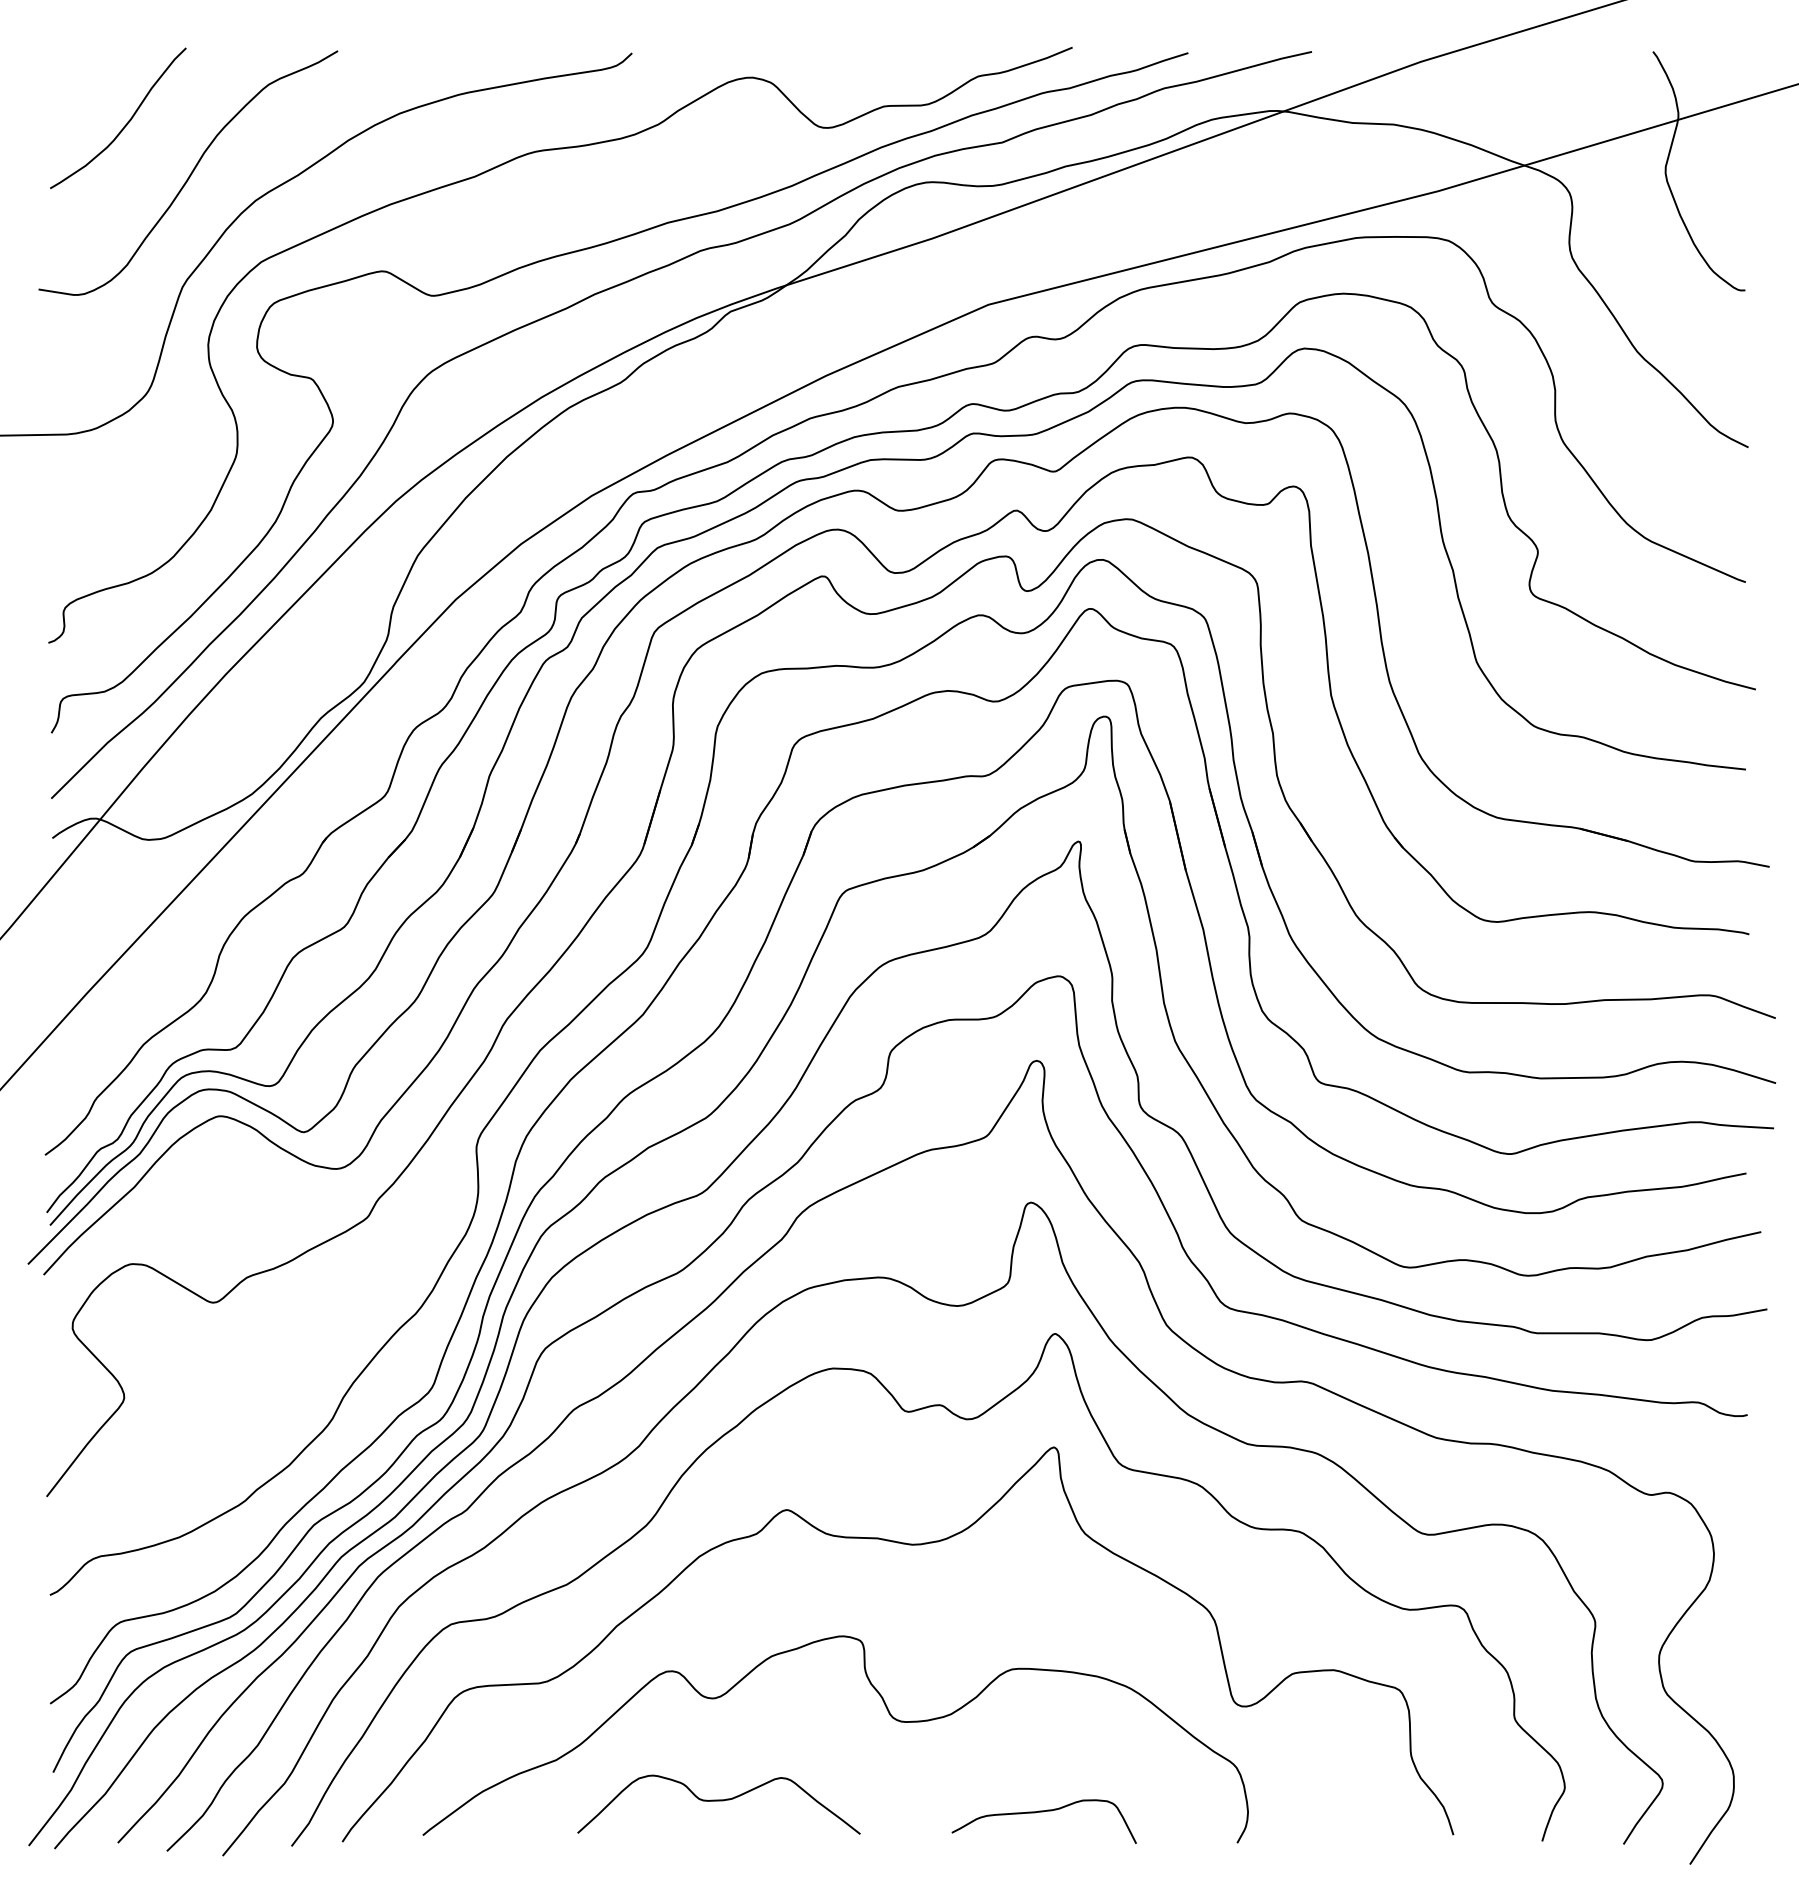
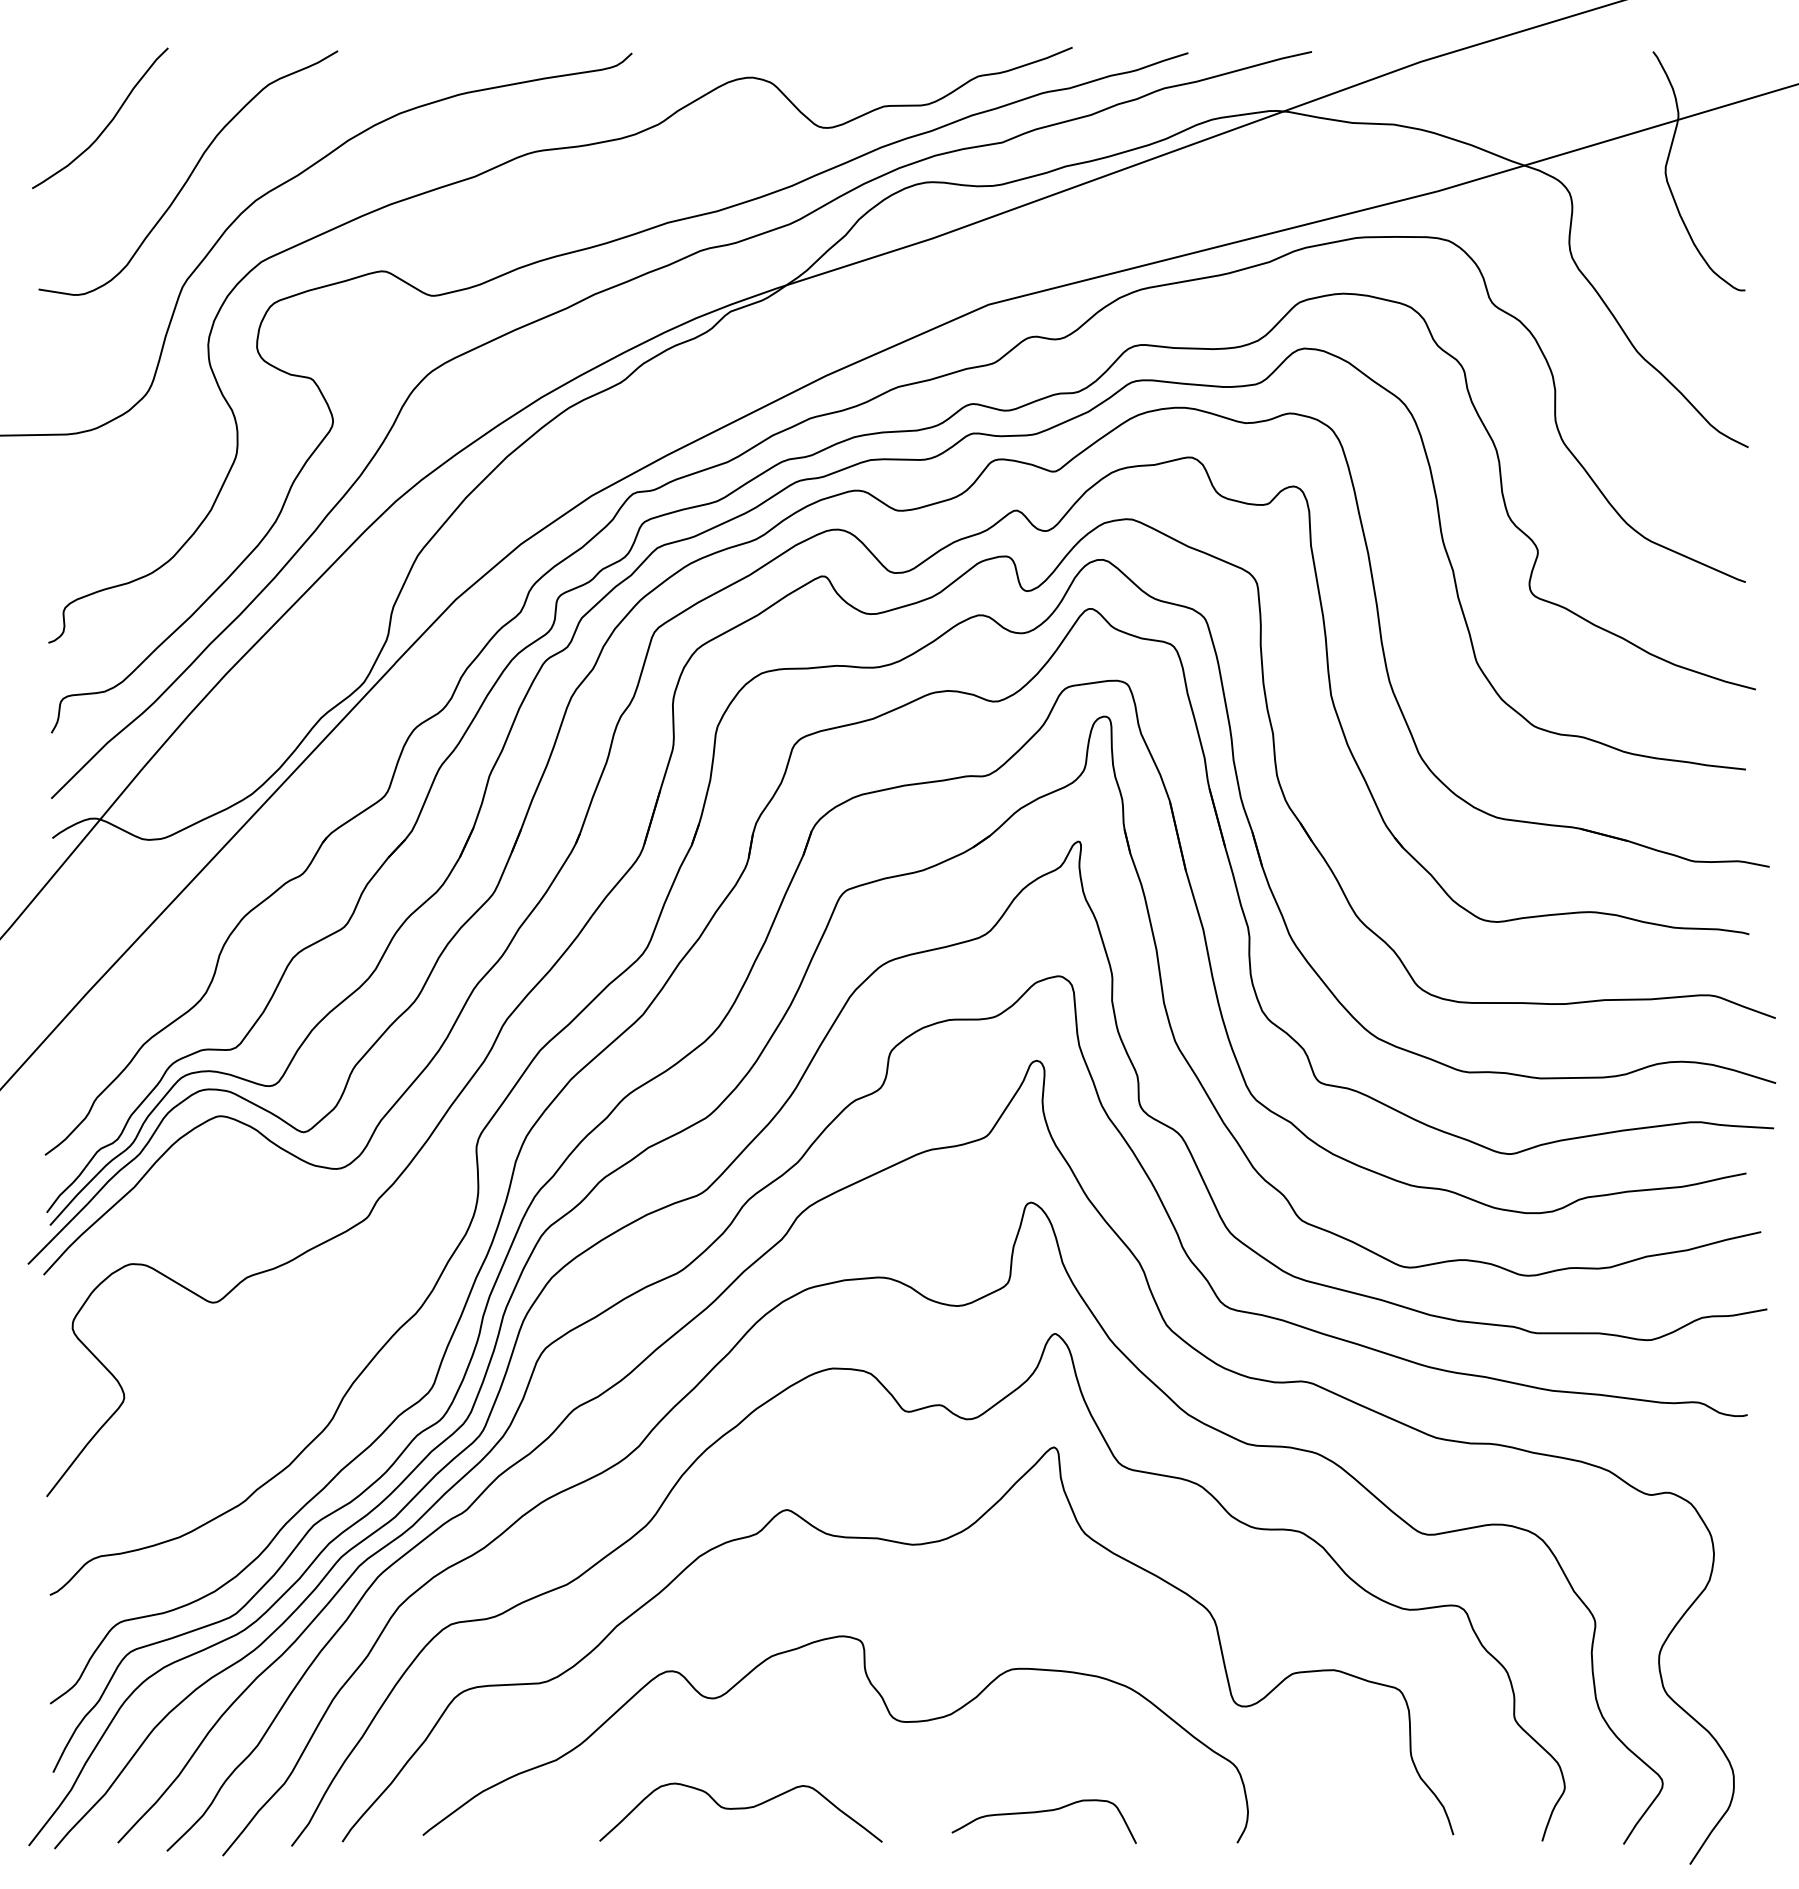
curve at (125, 124) position: (125, 124) -> (107, 124)
curve at (718, 1801) position: (718, 1801) -> (740, 1809)
